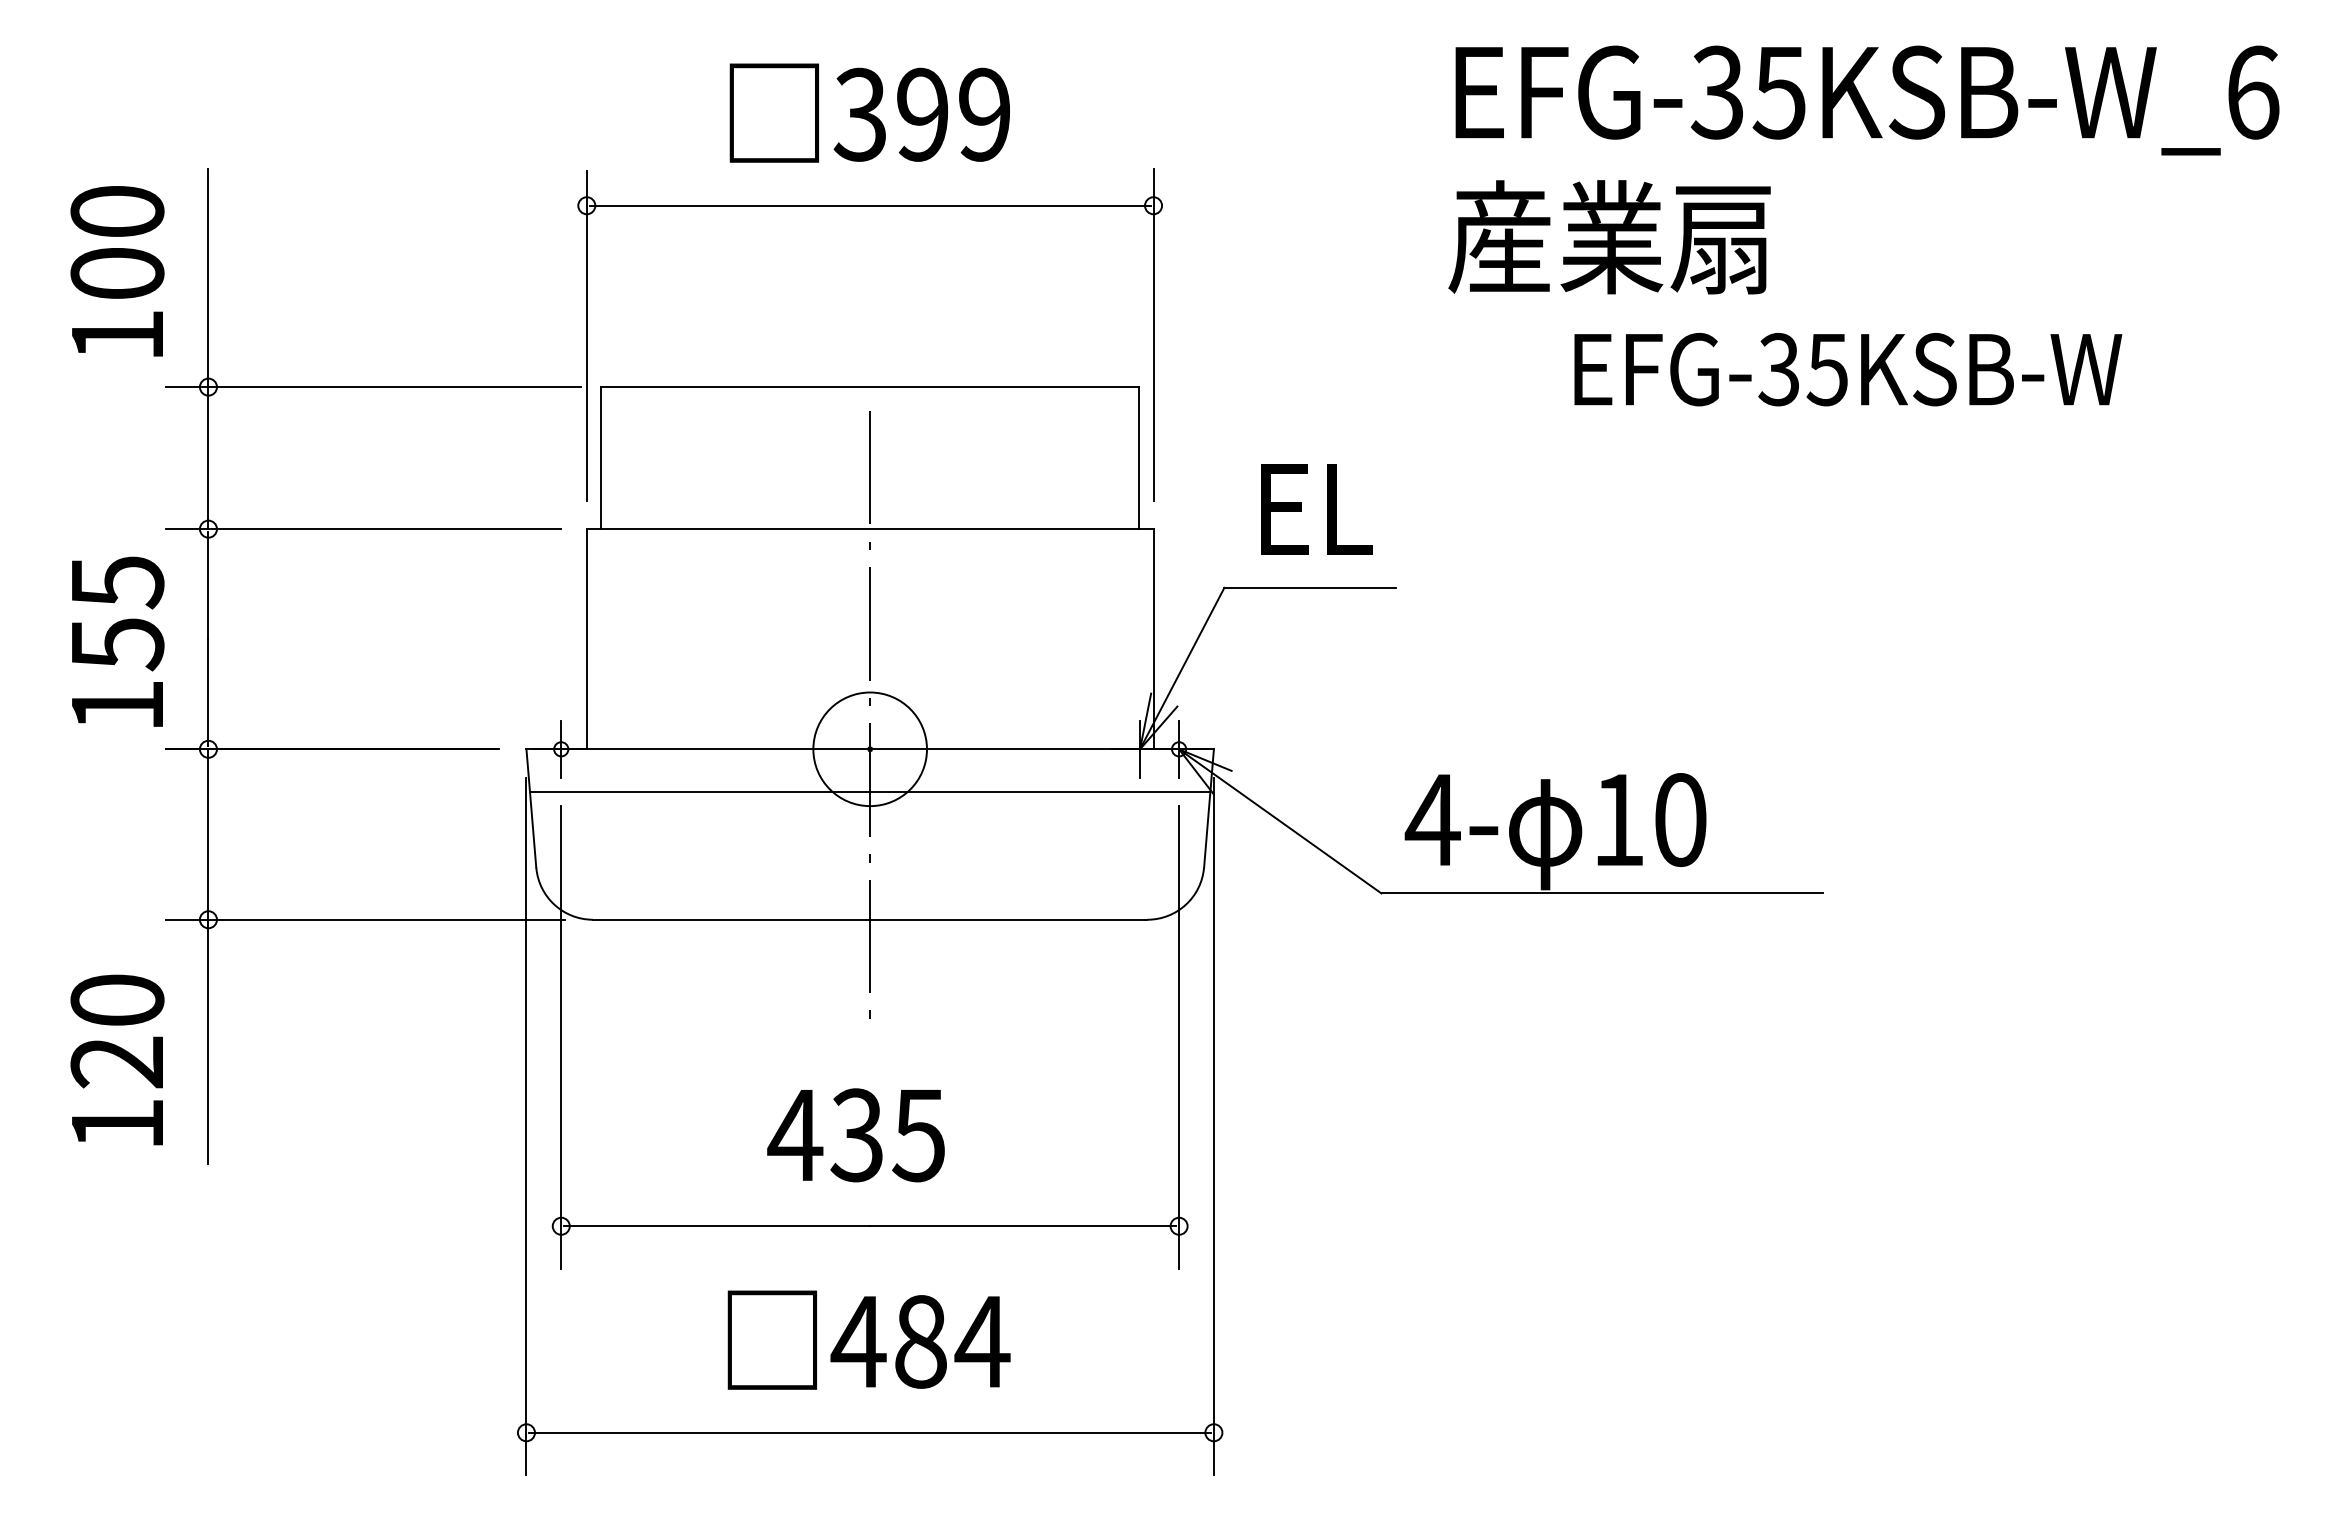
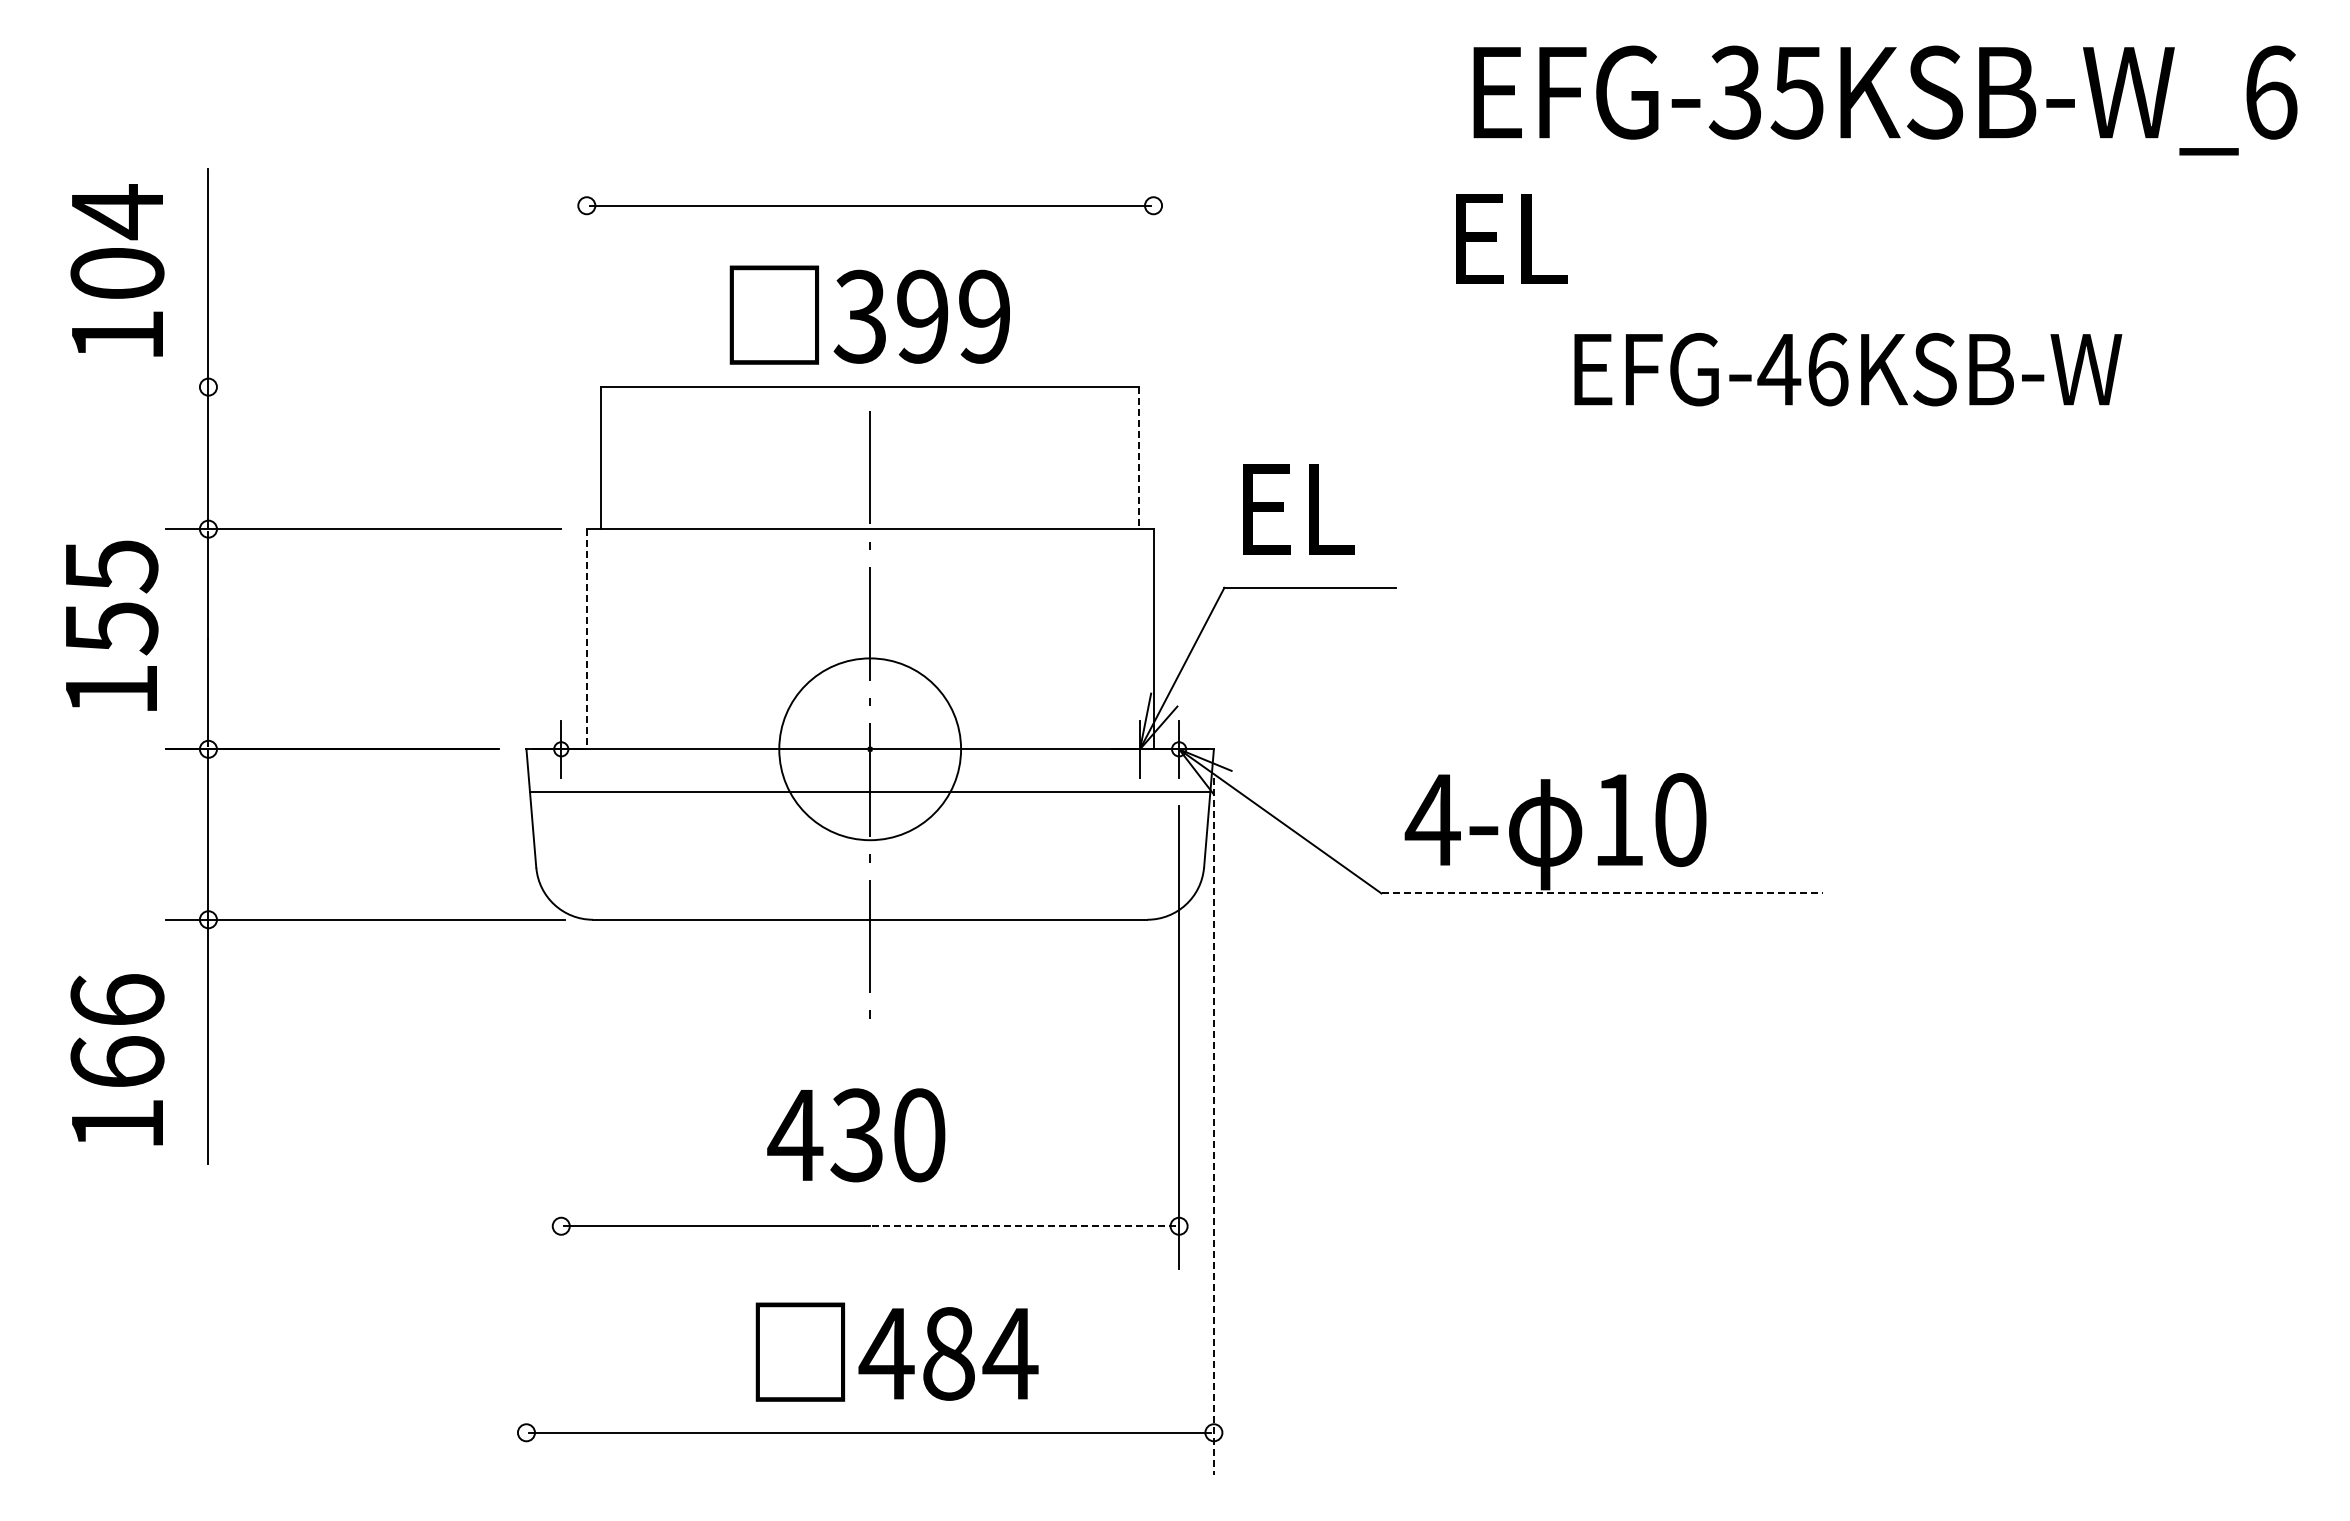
text at (1867, 100) position: (1867, 100) -> (1885, 100)
text at (869, 112) position: (869, 112) -> (869, 314)
text at (117, 212): 100 -> 104
text at (1609, 237): 産業扇 -> EL
line at (1153, 334): present -> none
line at (586, 335): present -> none
text at (1802, 369): EFG-35KSB-W -> EFG-46KSB-W
line at (372, 387): present -> none
line at (1139, 458): solid -> dashed
text at (1316, 509) position: (1316, 509) -> (1298, 509)
line at (586, 639): solid -> dashed
text at (118, 641) position: (118, 641) -> (112, 625)
circle at (870, 749) diameter: 114 px -> 182 px
line at (1602, 893): solid -> dashed
text at (117, 1031): 120 -> 166
line at (561, 1037): present -> none
line at (526, 1126): present -> none
line at (1213, 1126): solid -> dashed
text at (918, 1135): 435 -> 430
line at (1022, 1226): solid -> dashed
text at (868, 1339) position: (868, 1339) -> (896, 1351)
